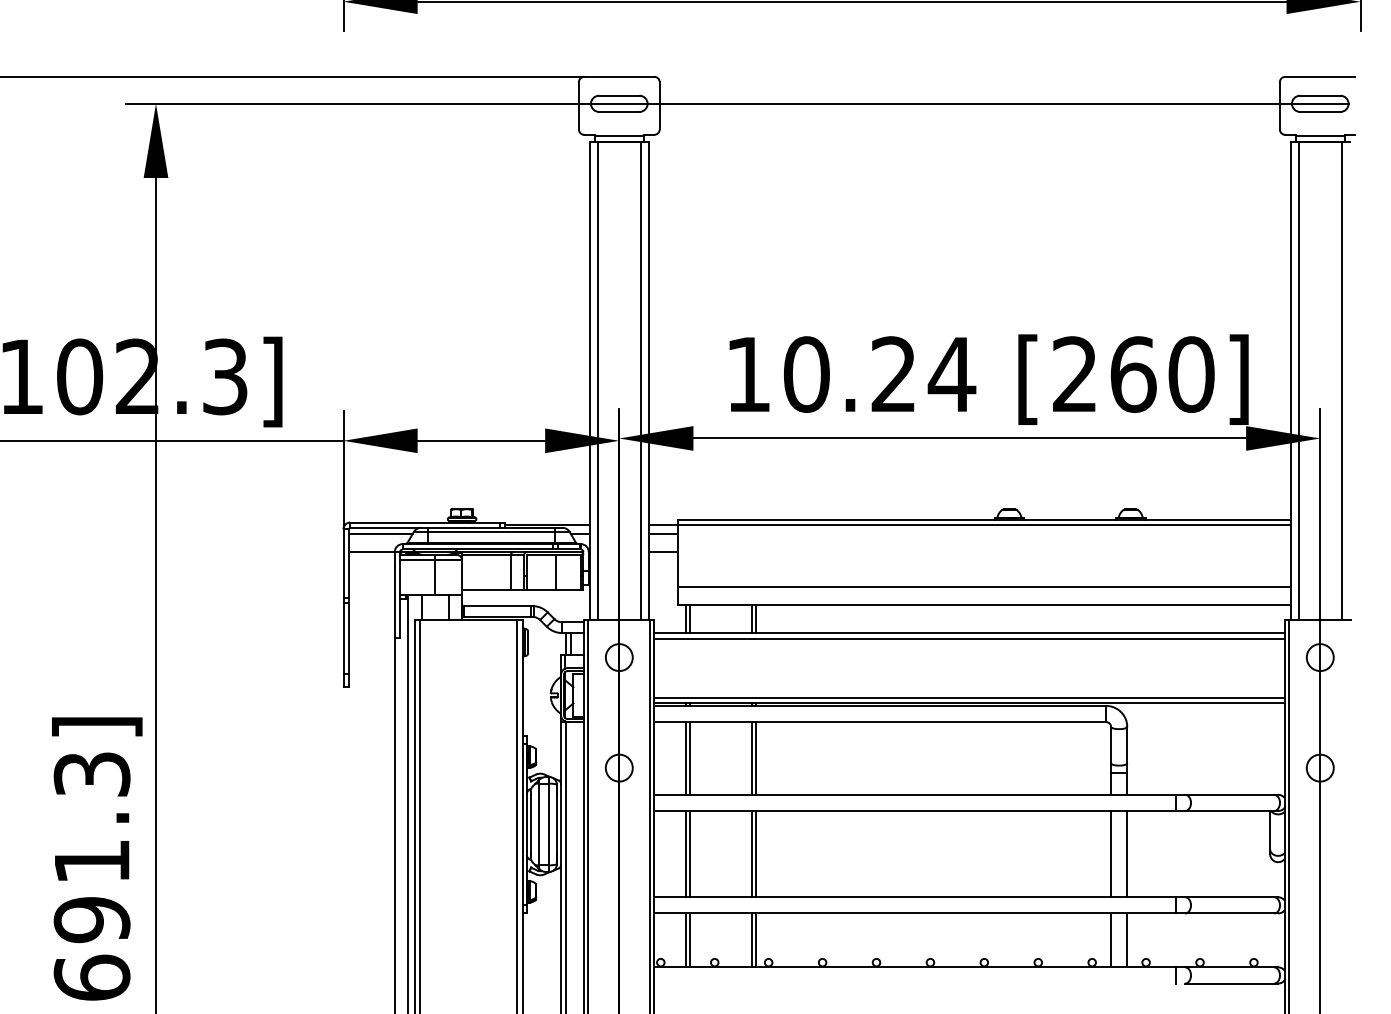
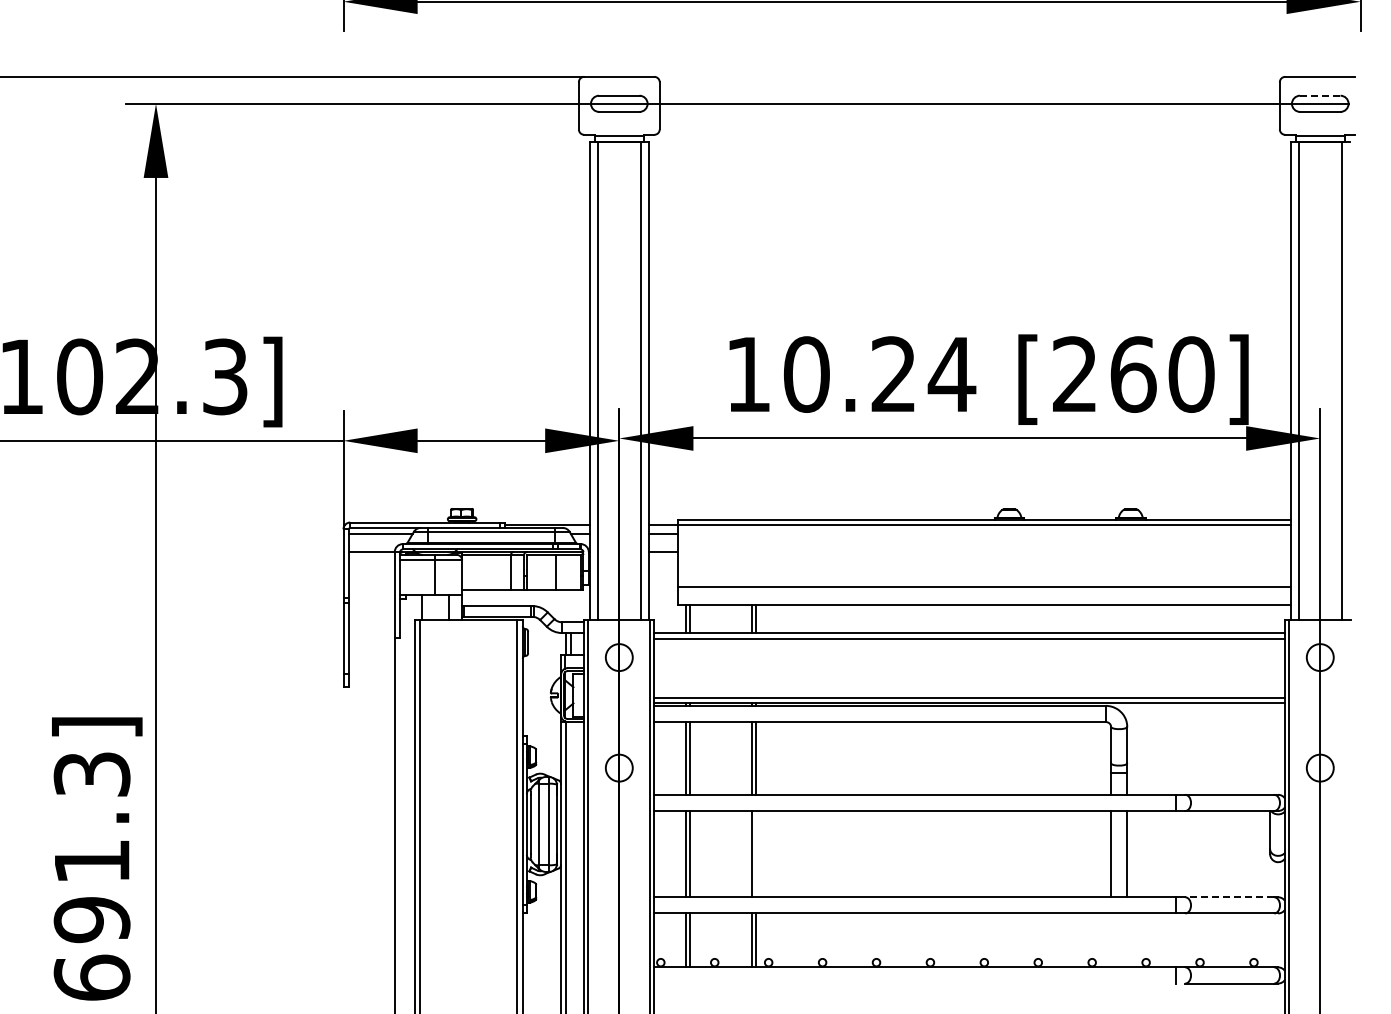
line at (1320, 95): solid -> dashed
line at (408, 802): present -> none
line at (756, 854): present -> none
line at (1229, 897): solid -> dashed
line at (1111, 940): present -> none
line at (1127, 940): present -> none
